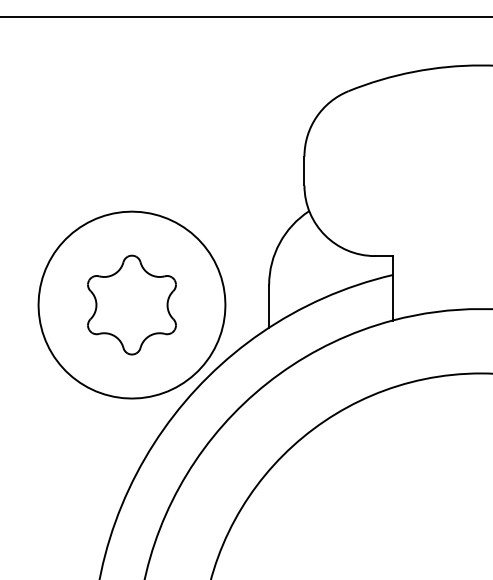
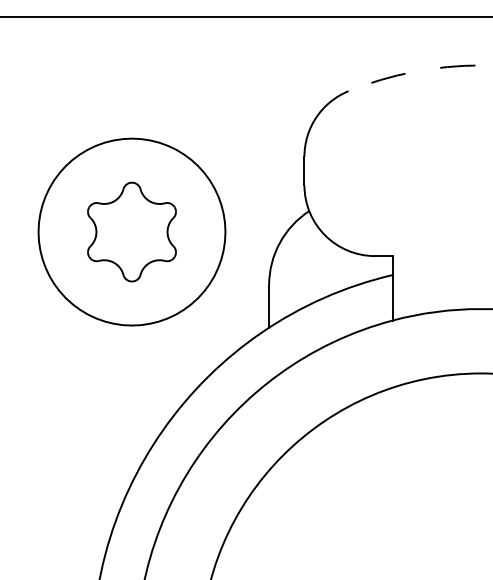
arc at (417, 71): solid -> dashed
part at (131, 304) position: (131, 304) -> (131, 231)
